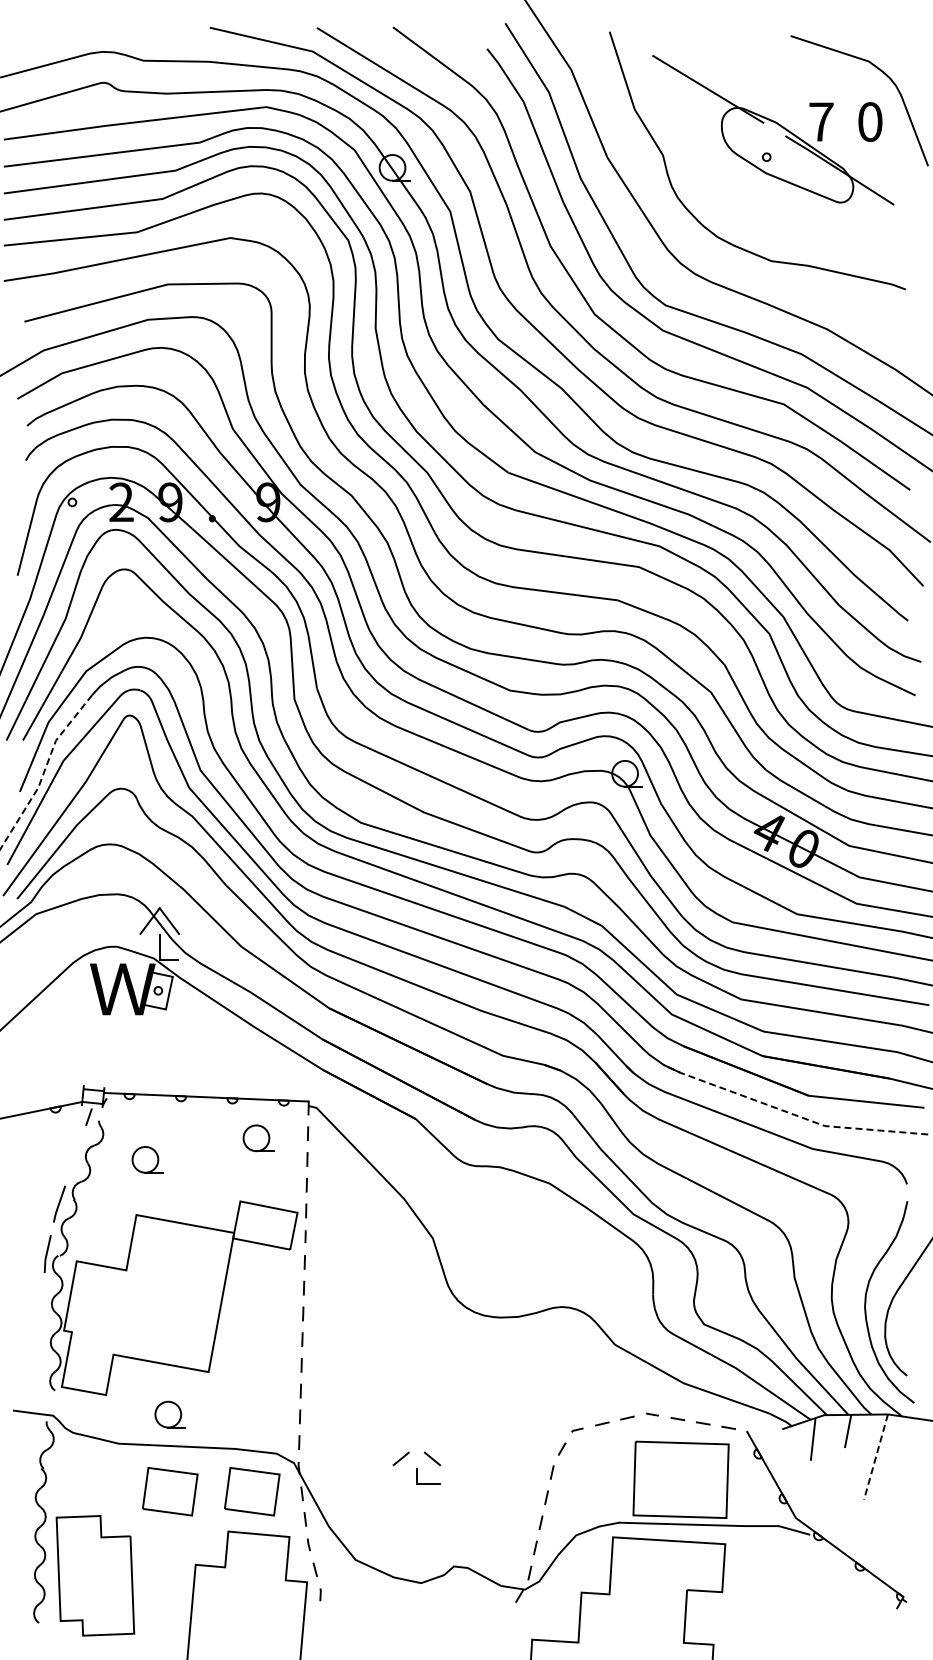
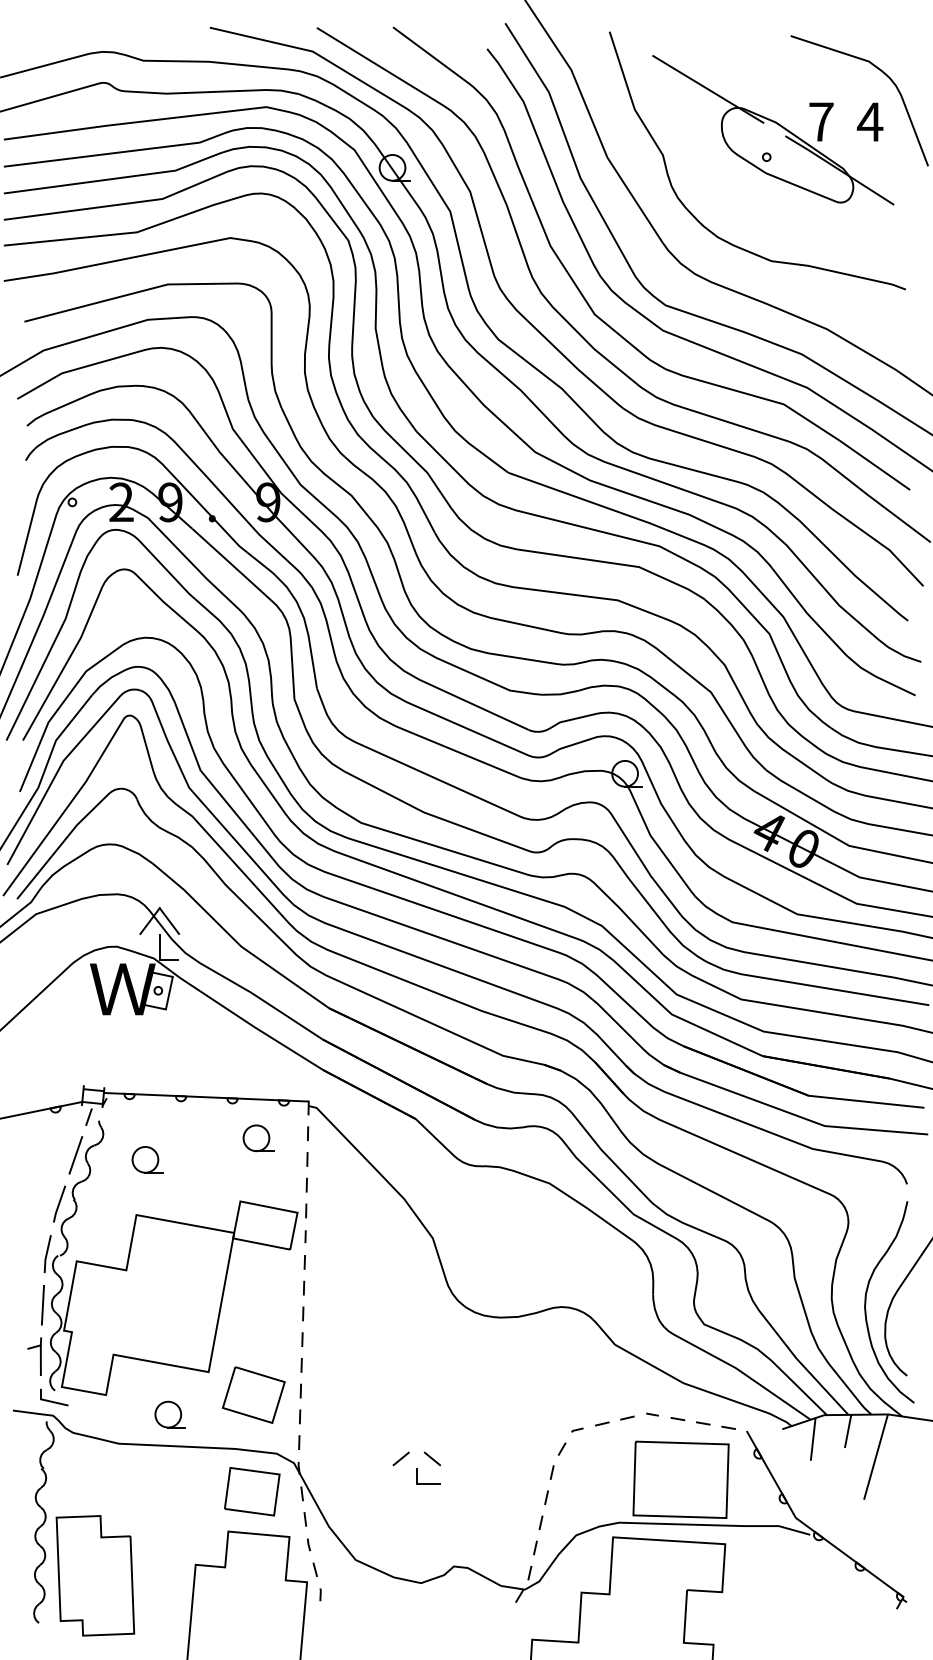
text at (869, 121): 0 -> 4
line at (44, 771): dashed -> solid
line at (792, 1114): dashed -> solid
line at (75, 1155): none -> present
line at (42, 1304): none -> present
part at (34, 1356): none -> present
part at (253, 1394): none -> present
line at (54, 1401): none -> present
line at (875, 1457): dashed -> solid
part at (170, 1491): present -> none
